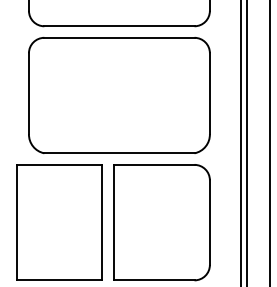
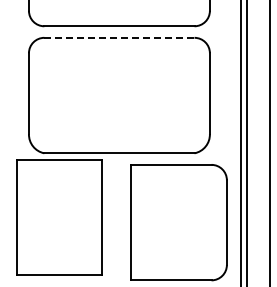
line at (119, 37): solid -> dashed
part at (59, 222) position: (59, 222) -> (59, 217)
part at (161, 222) position: (161, 222) -> (178, 222)
